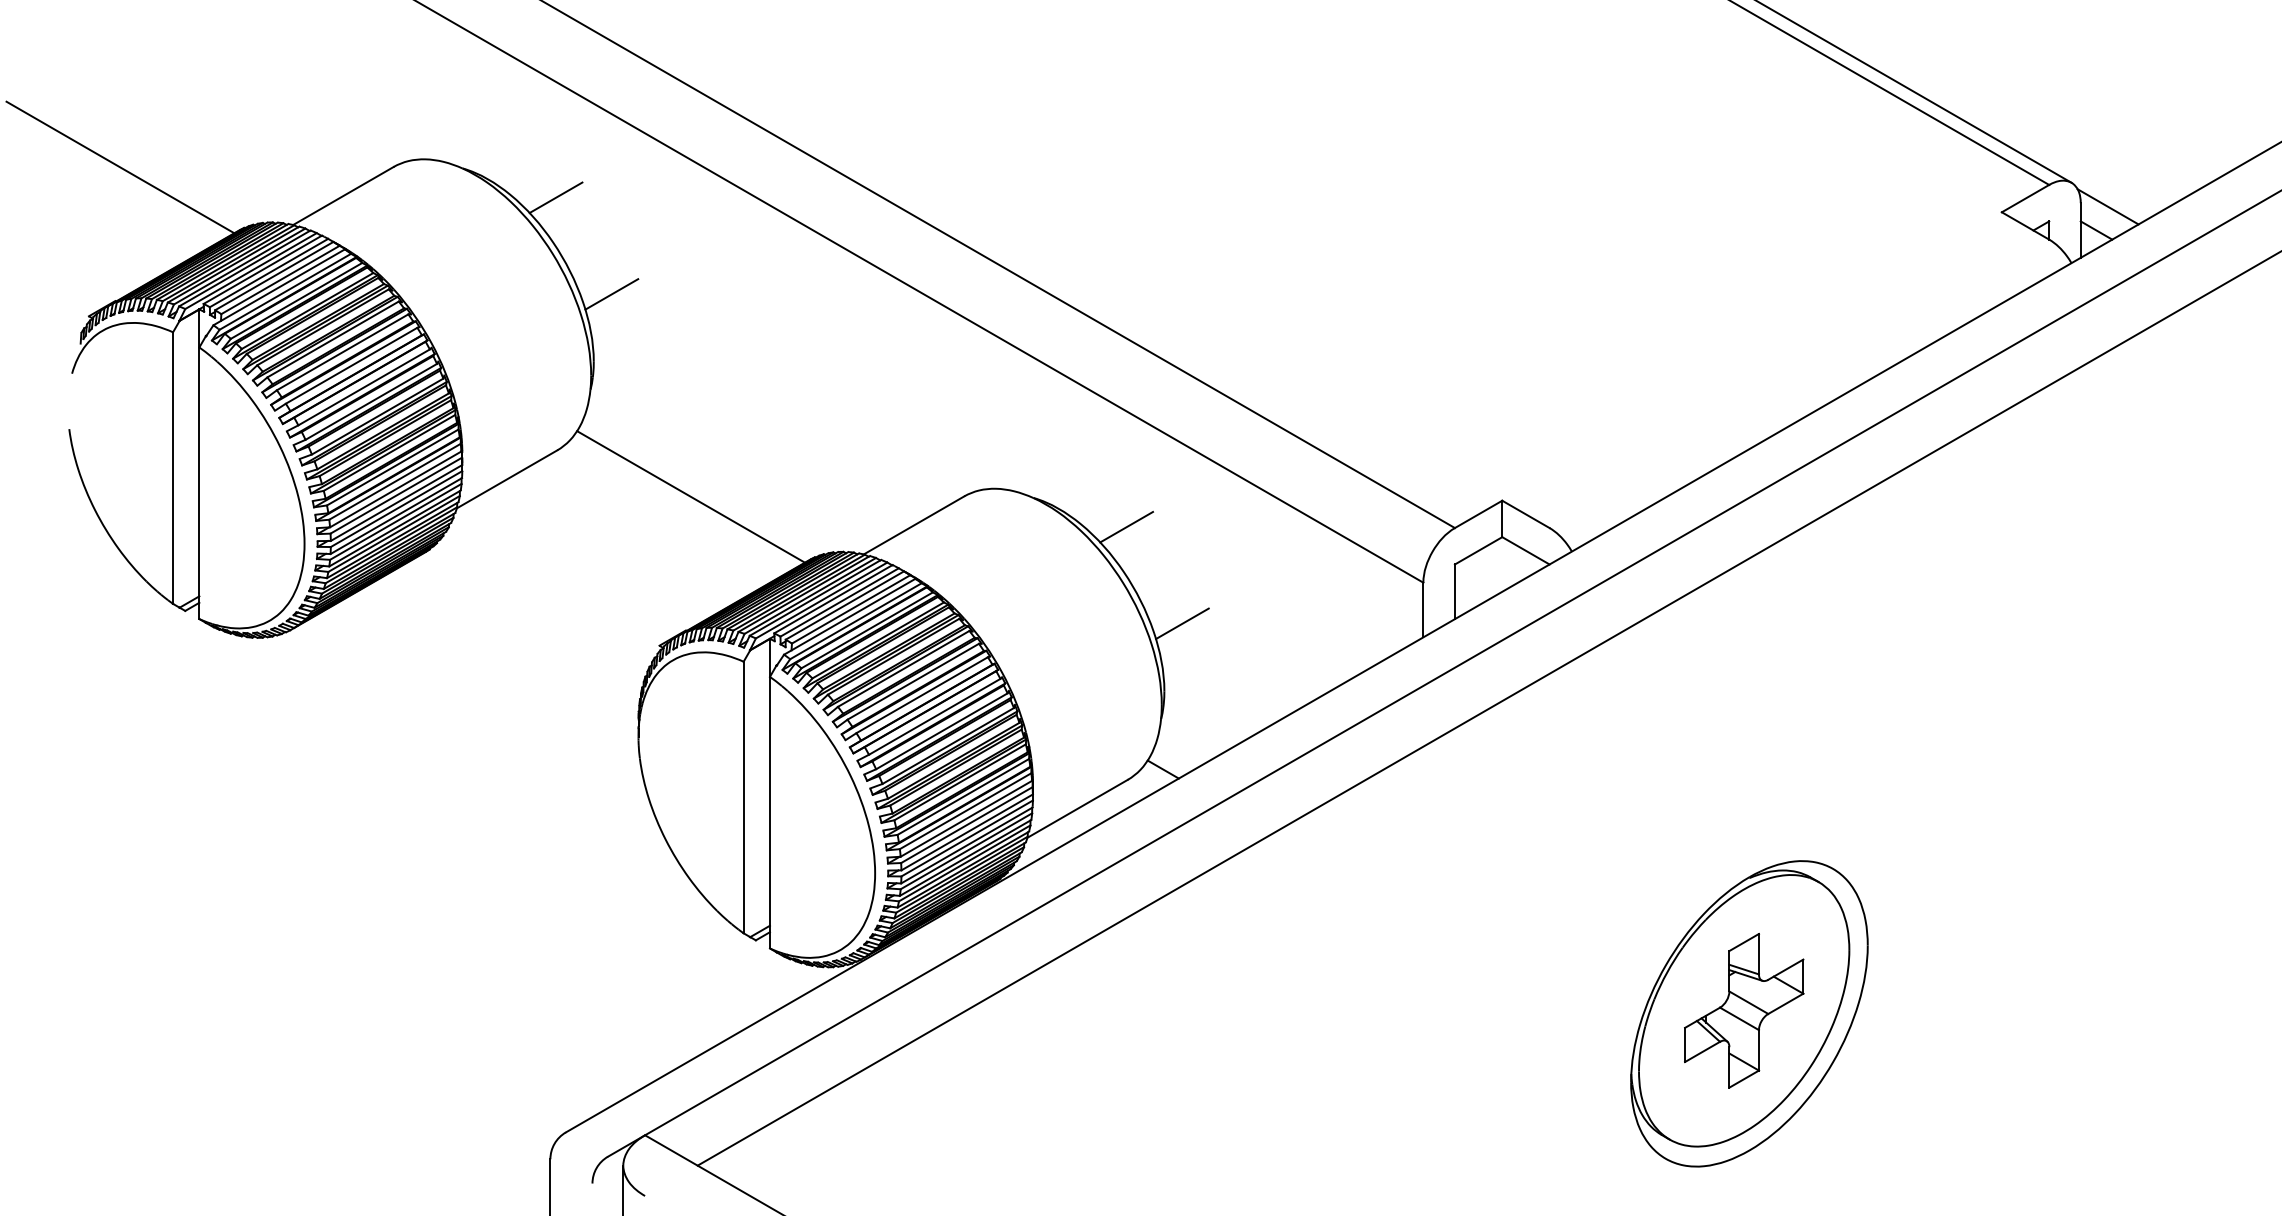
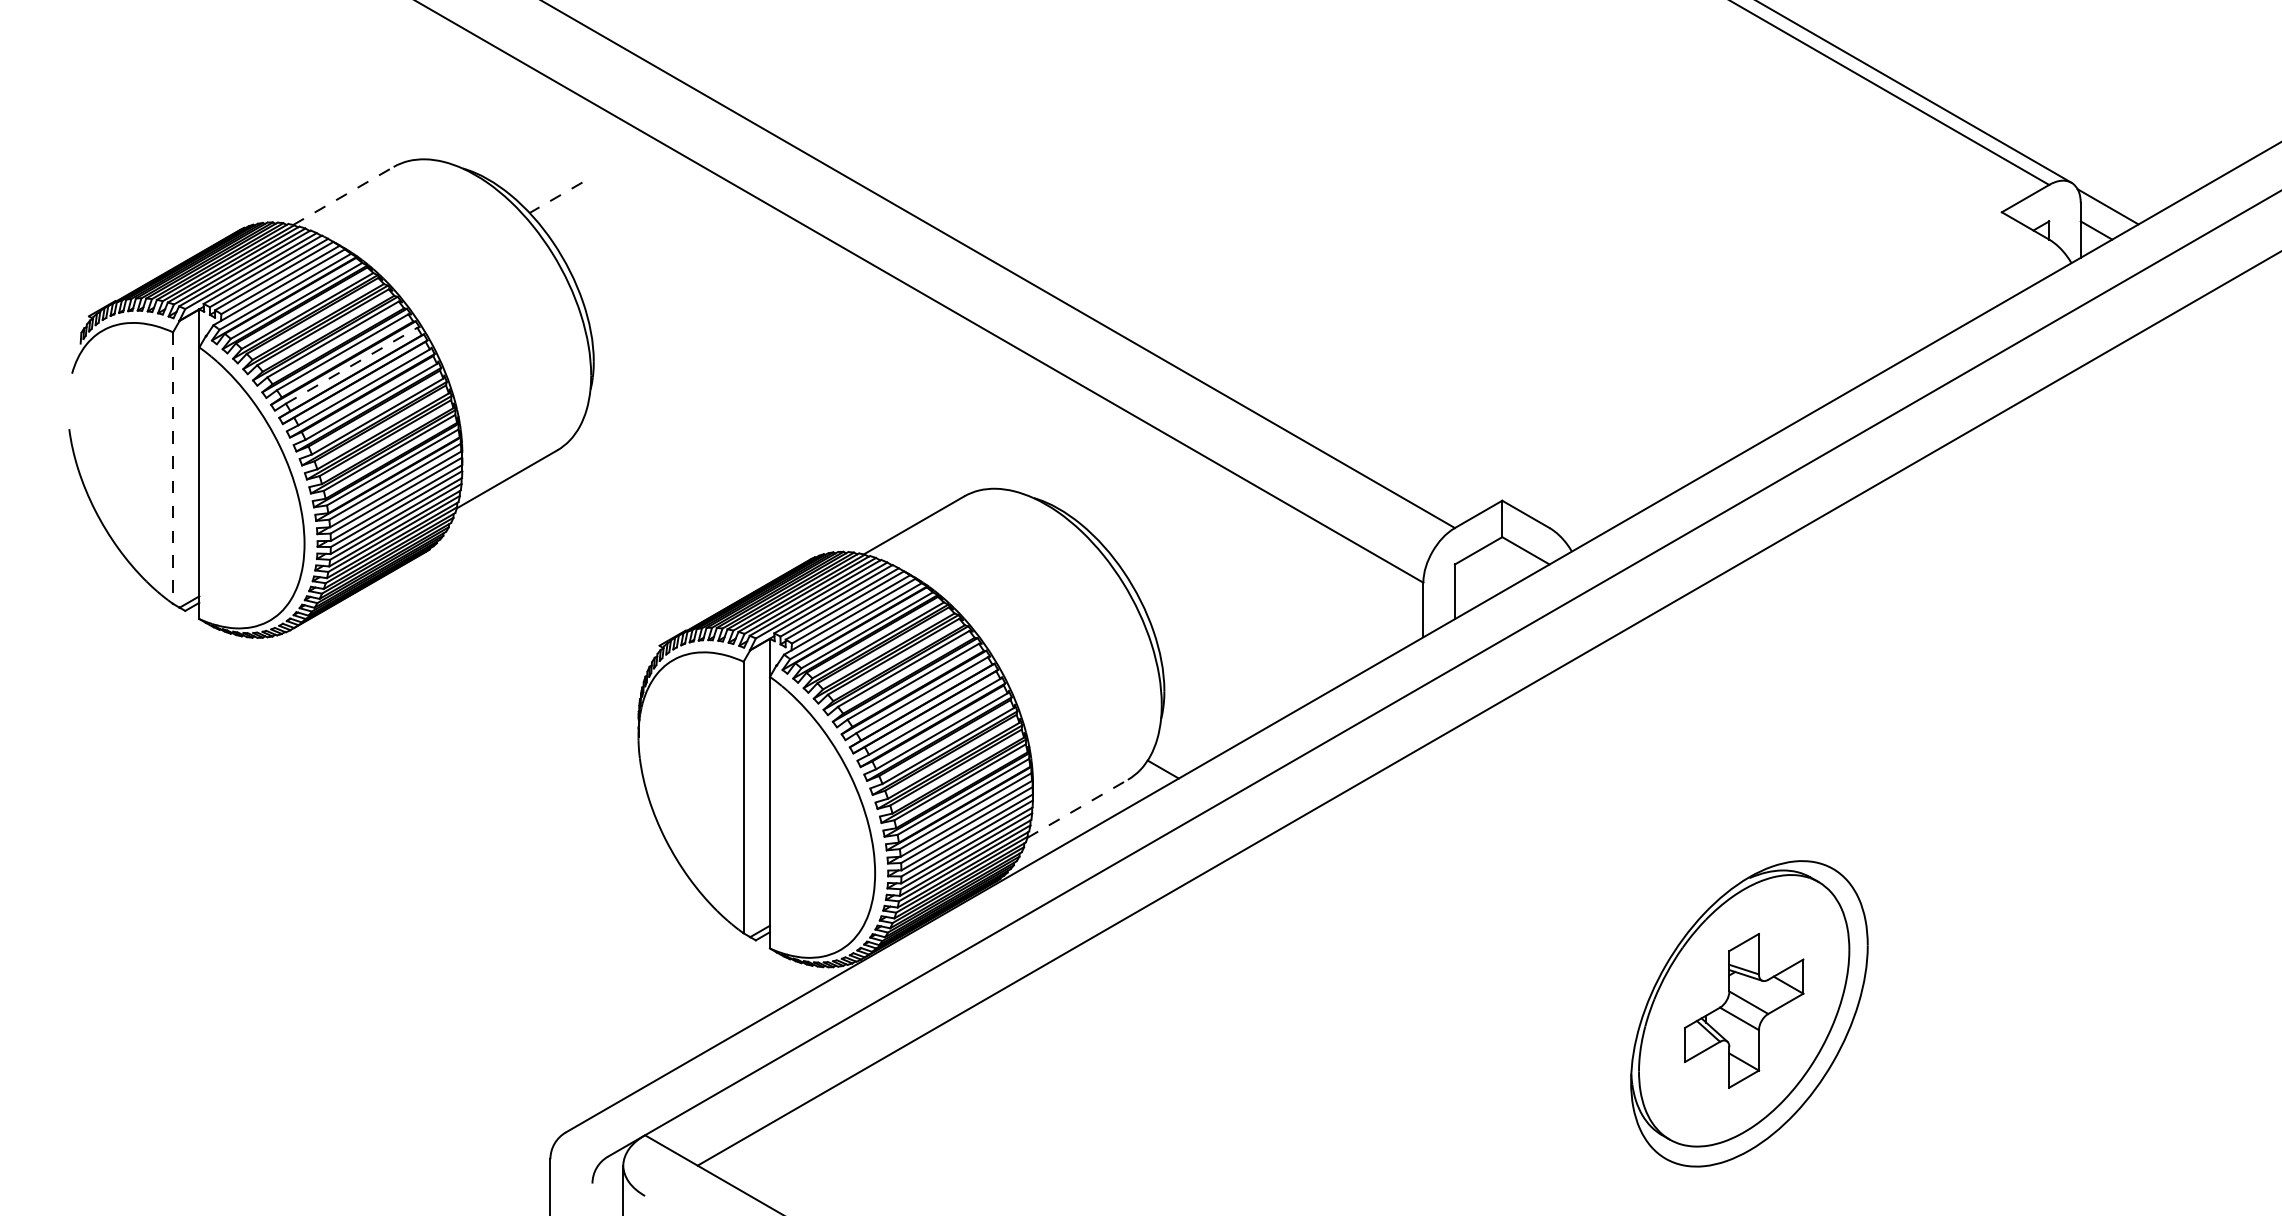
line at (120, 167): present -> none
line at (343, 195): solid -> dashed
line at (555, 198): solid -> dashed
line at (611, 294): present -> none
line at (351, 365): solid -> dashed
line at (173, 468): solid -> dashed
line at (690, 496): present -> none
line at (1126, 526): present -> none
line at (1182, 623): present -> none
line at (1078, 808): solid -> dashed
